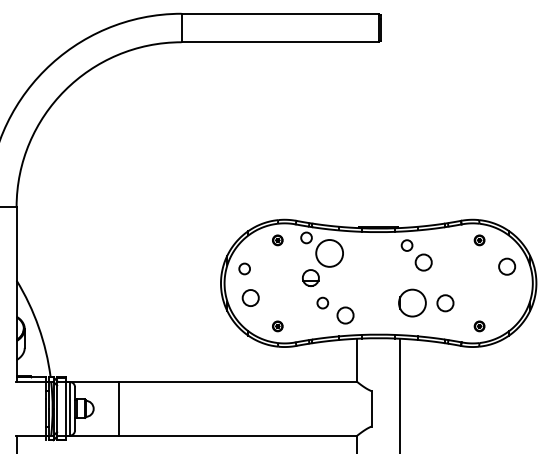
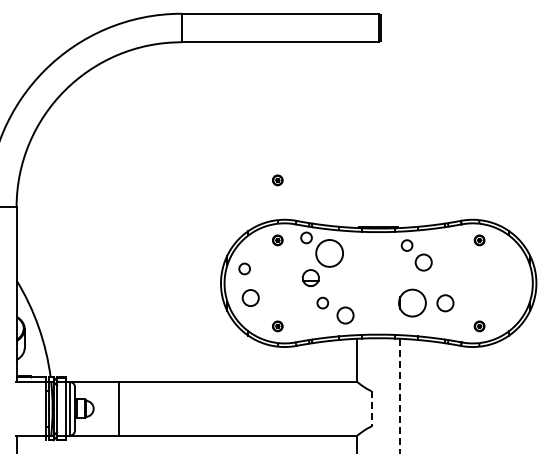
part at (277, 180): none -> present
circle at (507, 266): present -> none
line at (400, 396): solid -> dashed
line at (371, 408): solid -> dashed
